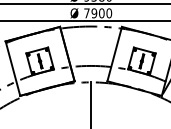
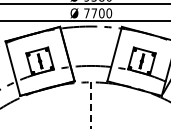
text at (94, 13): 7900 -> 7700
line at (91, 105): solid -> dashed
